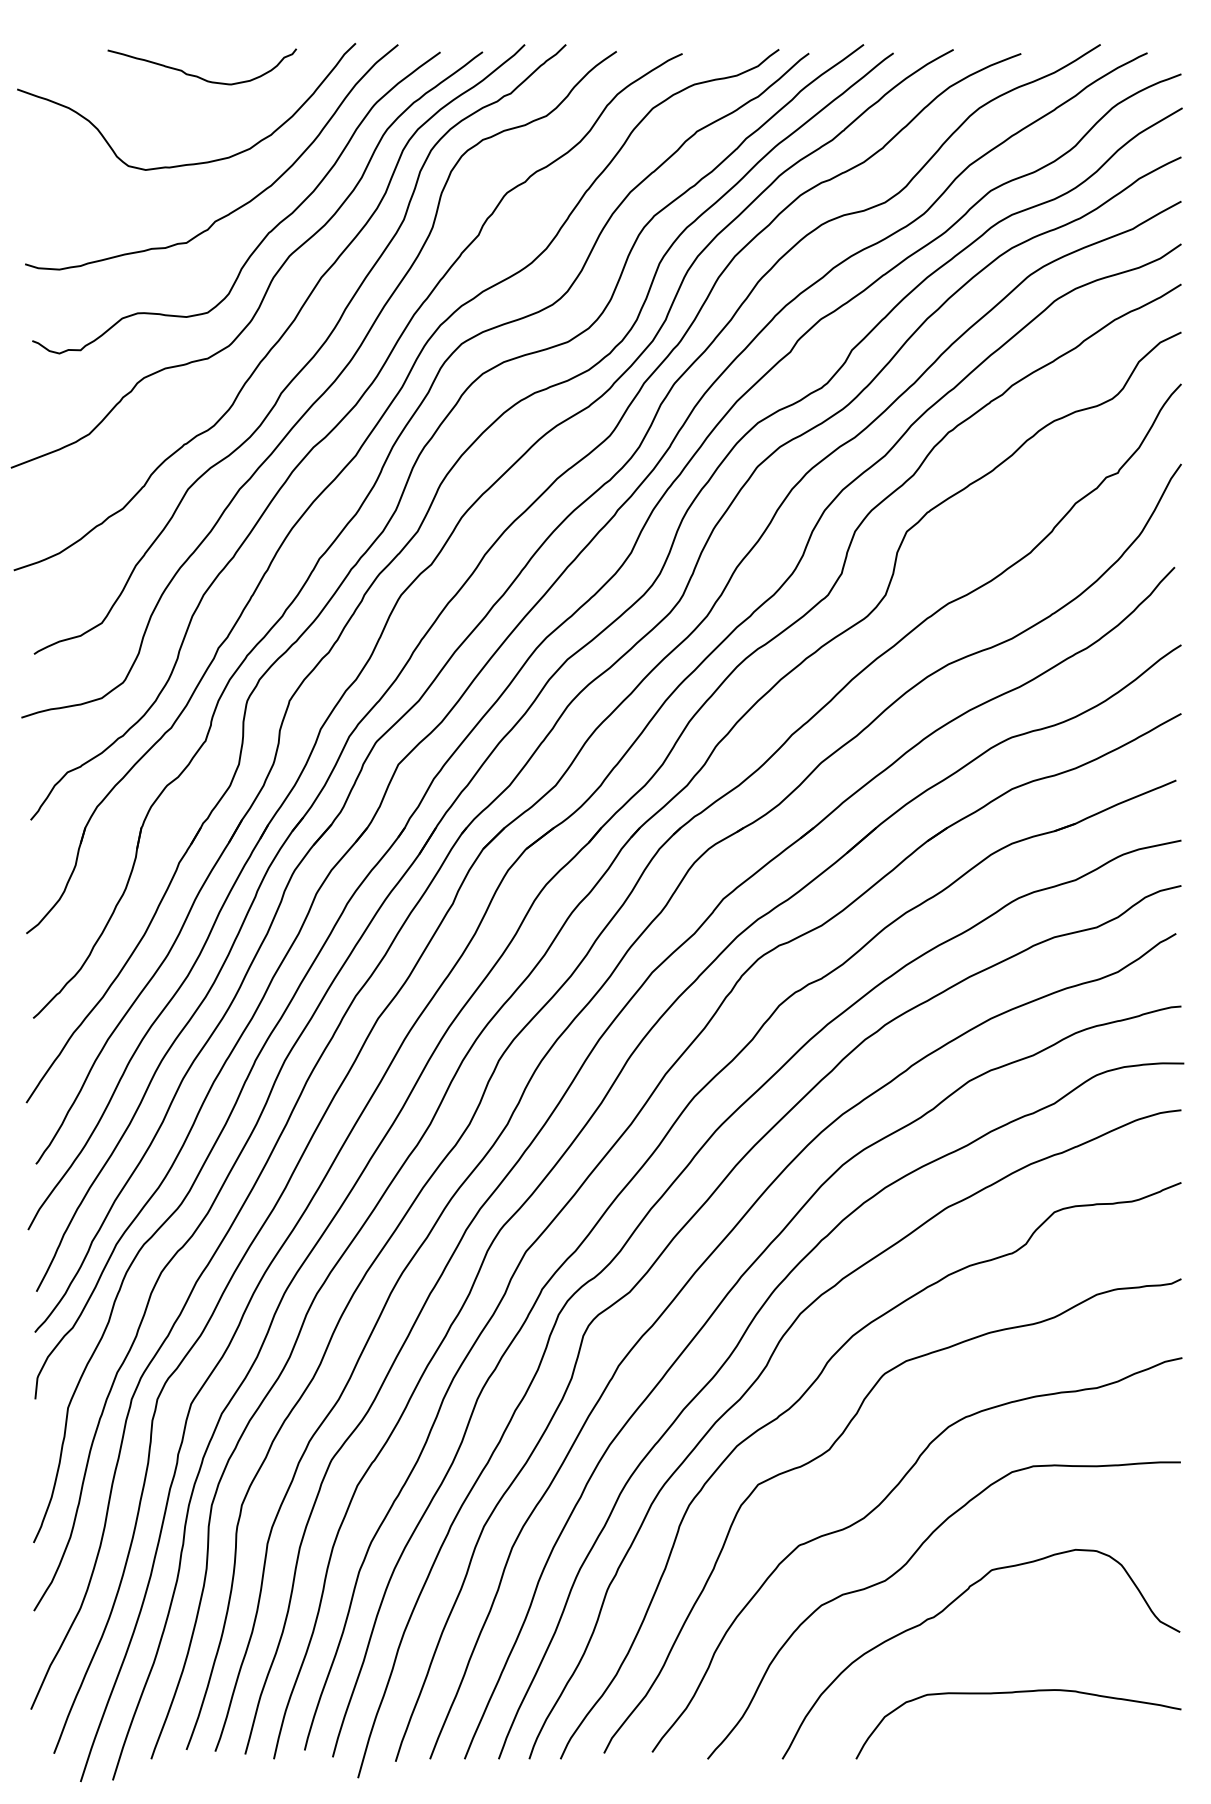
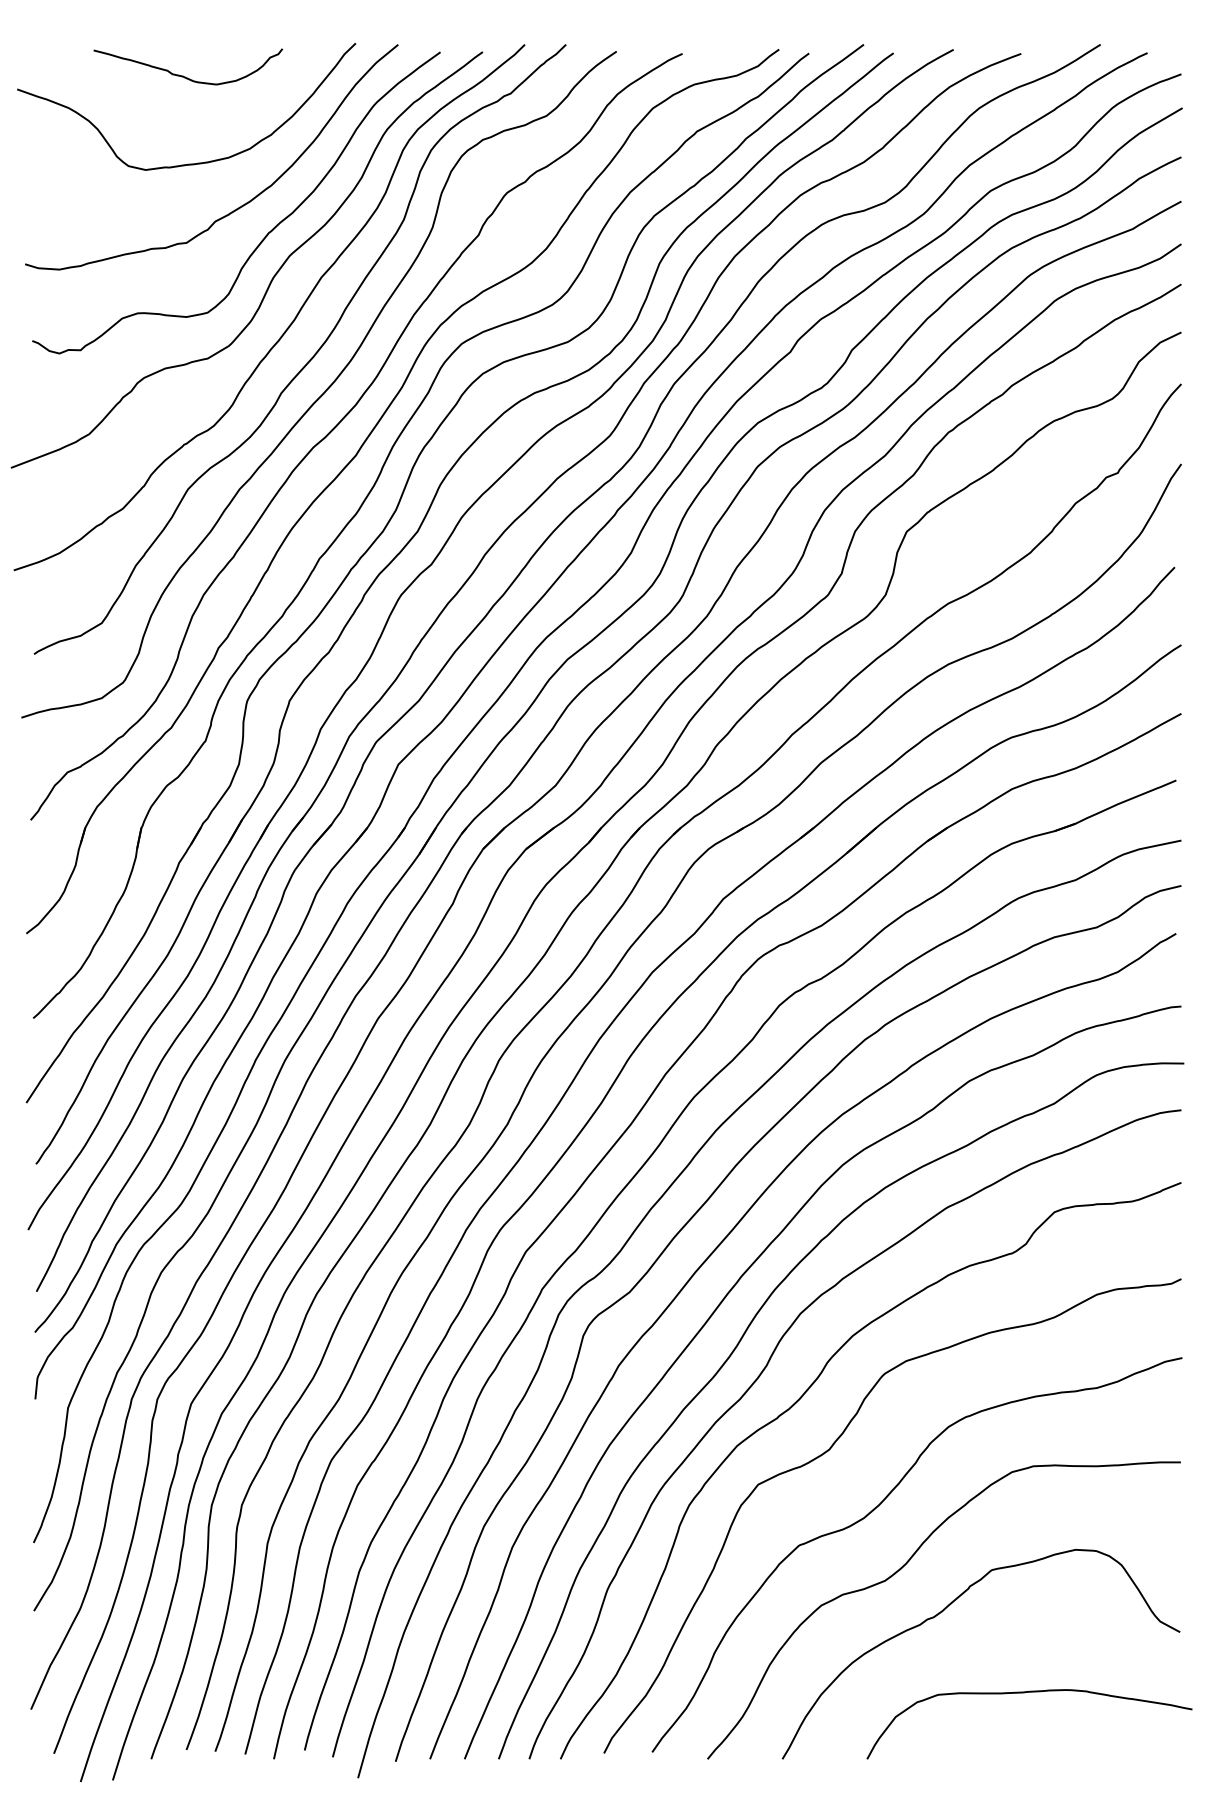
curve at (197, 75) position: (197, 75) -> (183, 75)
curve at (1014, 1693) position: (1014, 1693) -> (1025, 1693)
